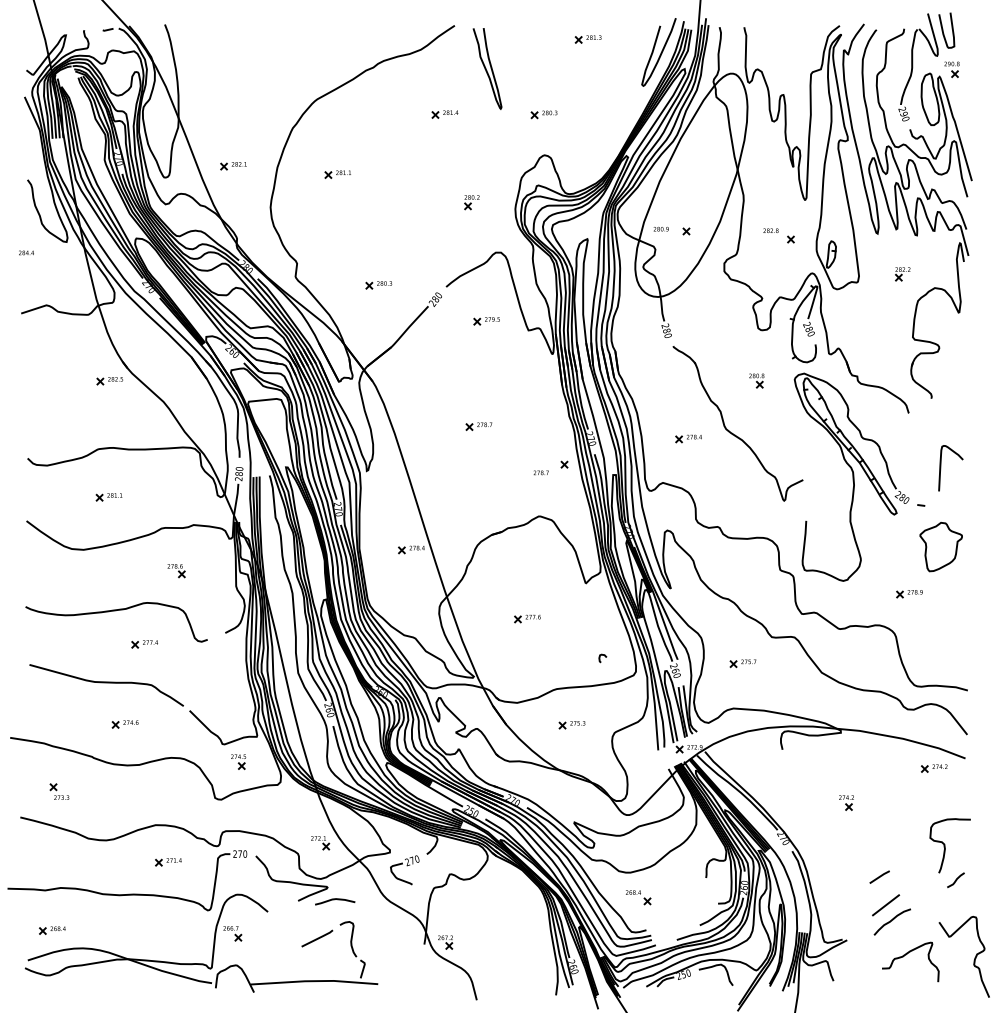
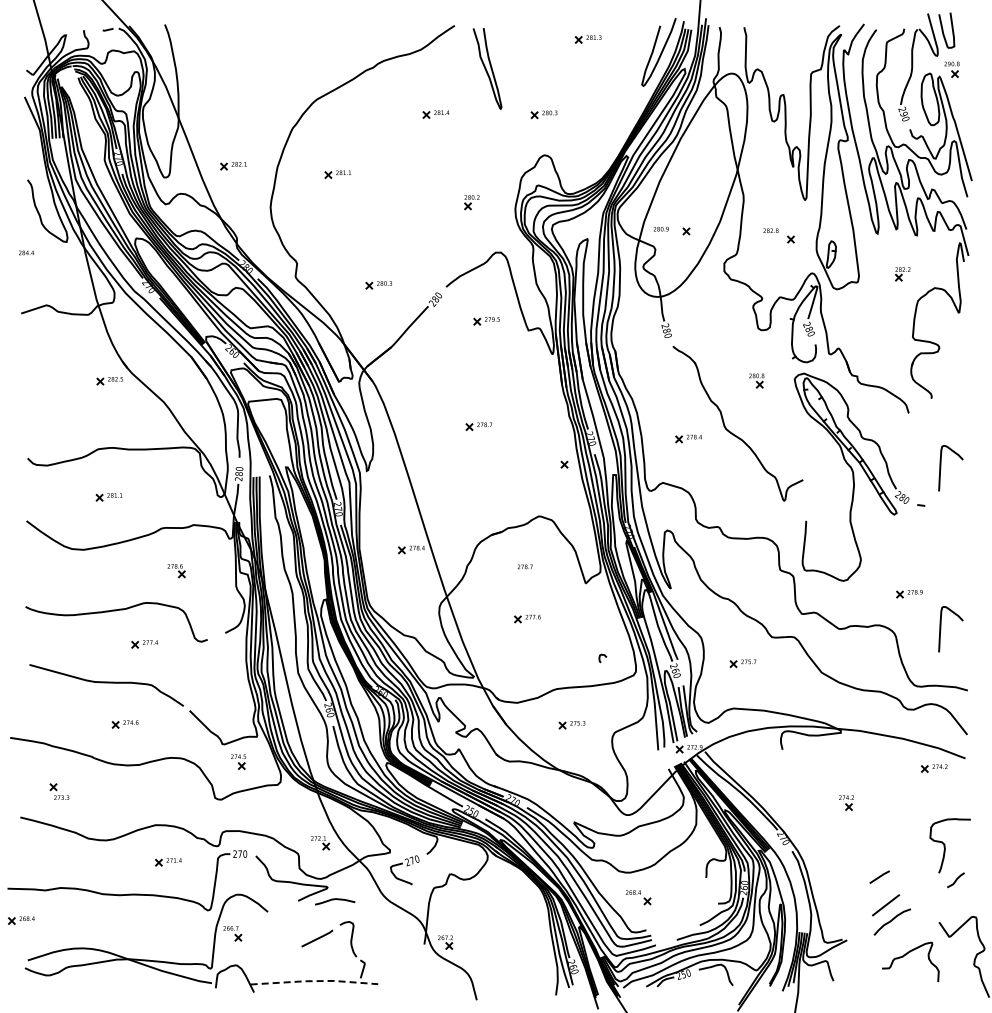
part at (444, 114) position: (444, 114) -> (435, 114)
text at (540, 472) position: (540, 472) -> (524, 566)
part at (940, 547): present -> none
curve at (941, 629): none -> present
part at (52, 930) position: (52, 930) -> (21, 920)
line at (314, 981): solid -> dashed
